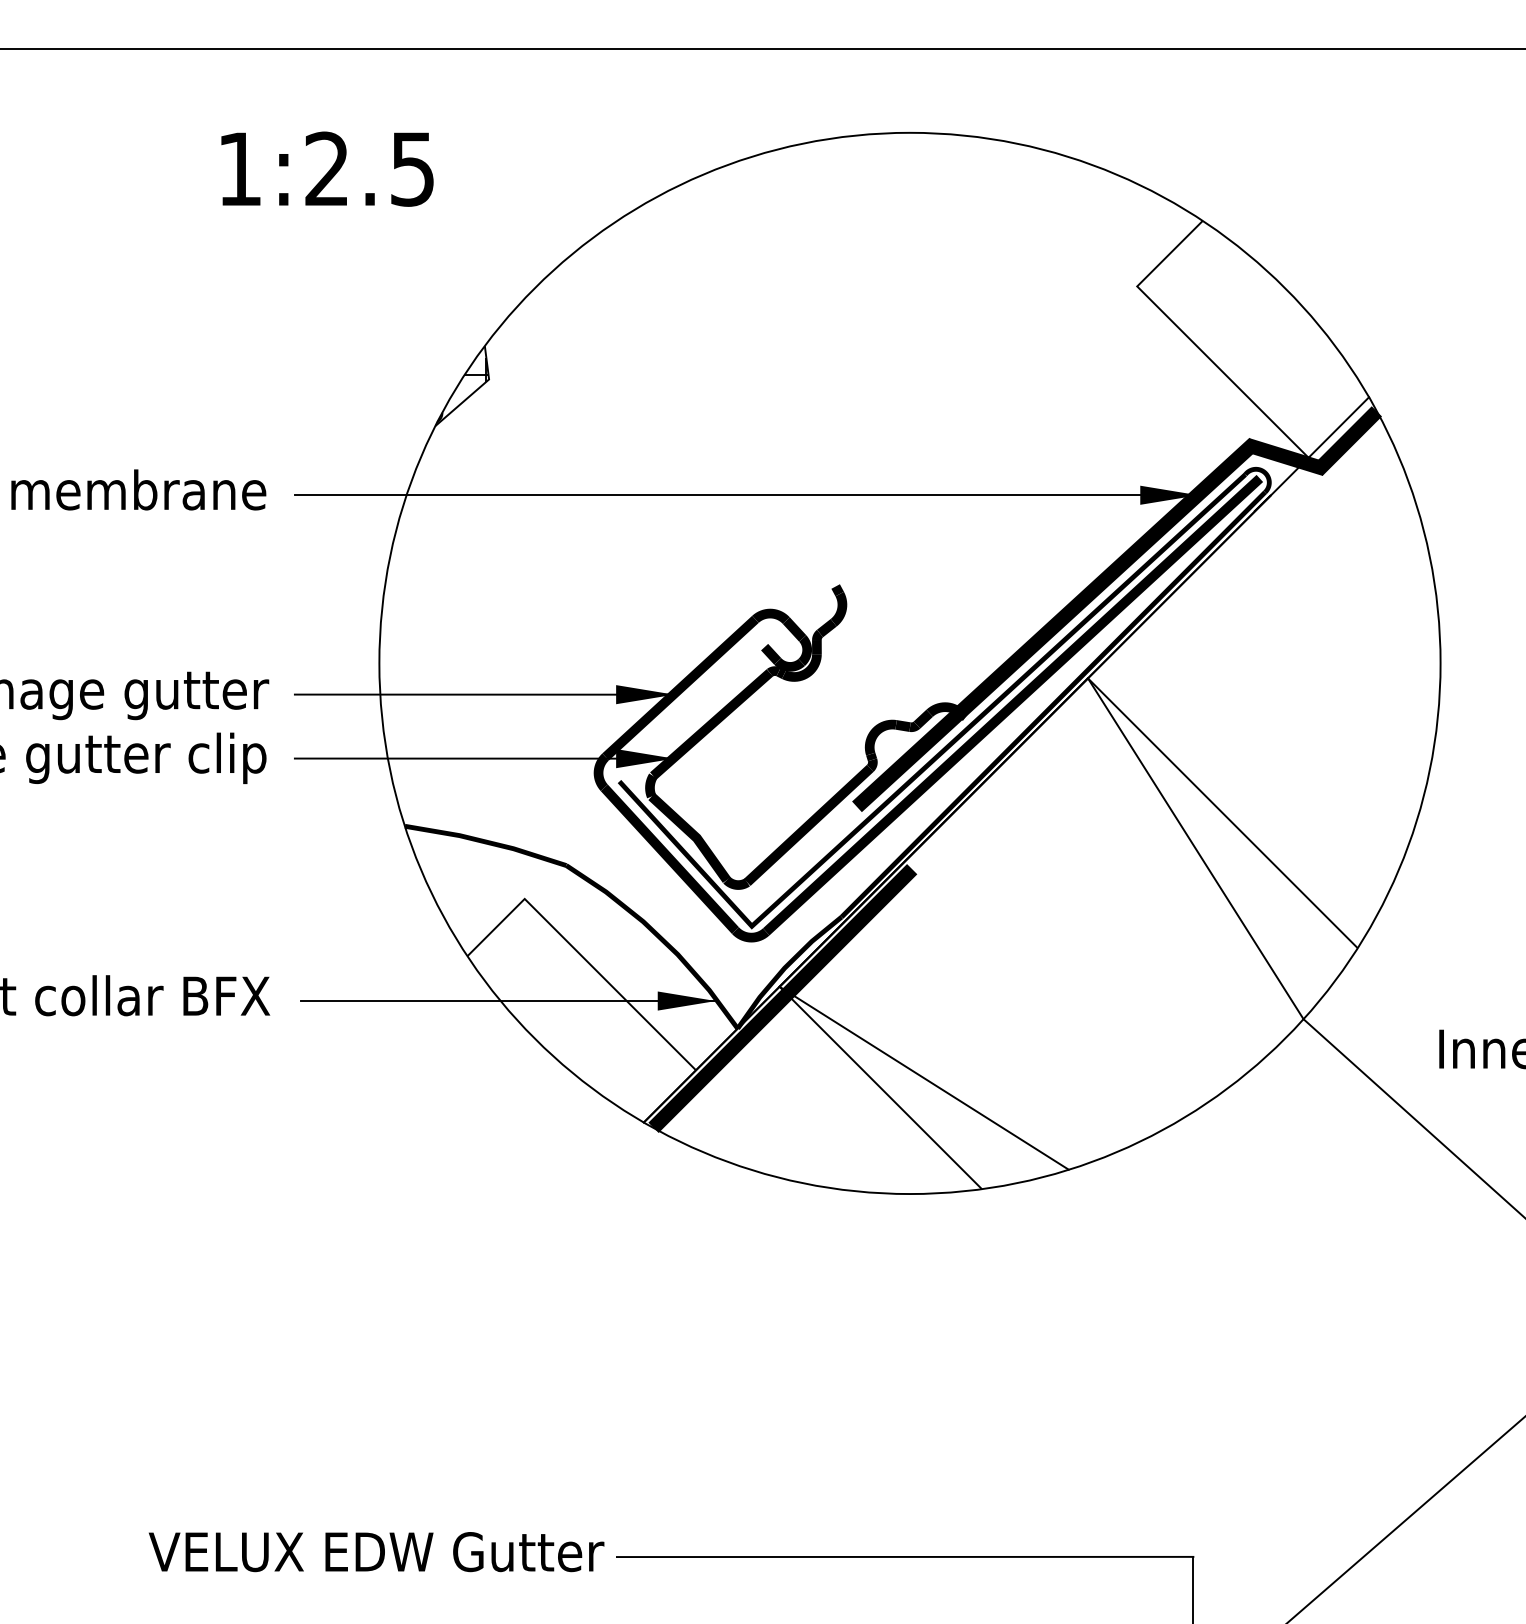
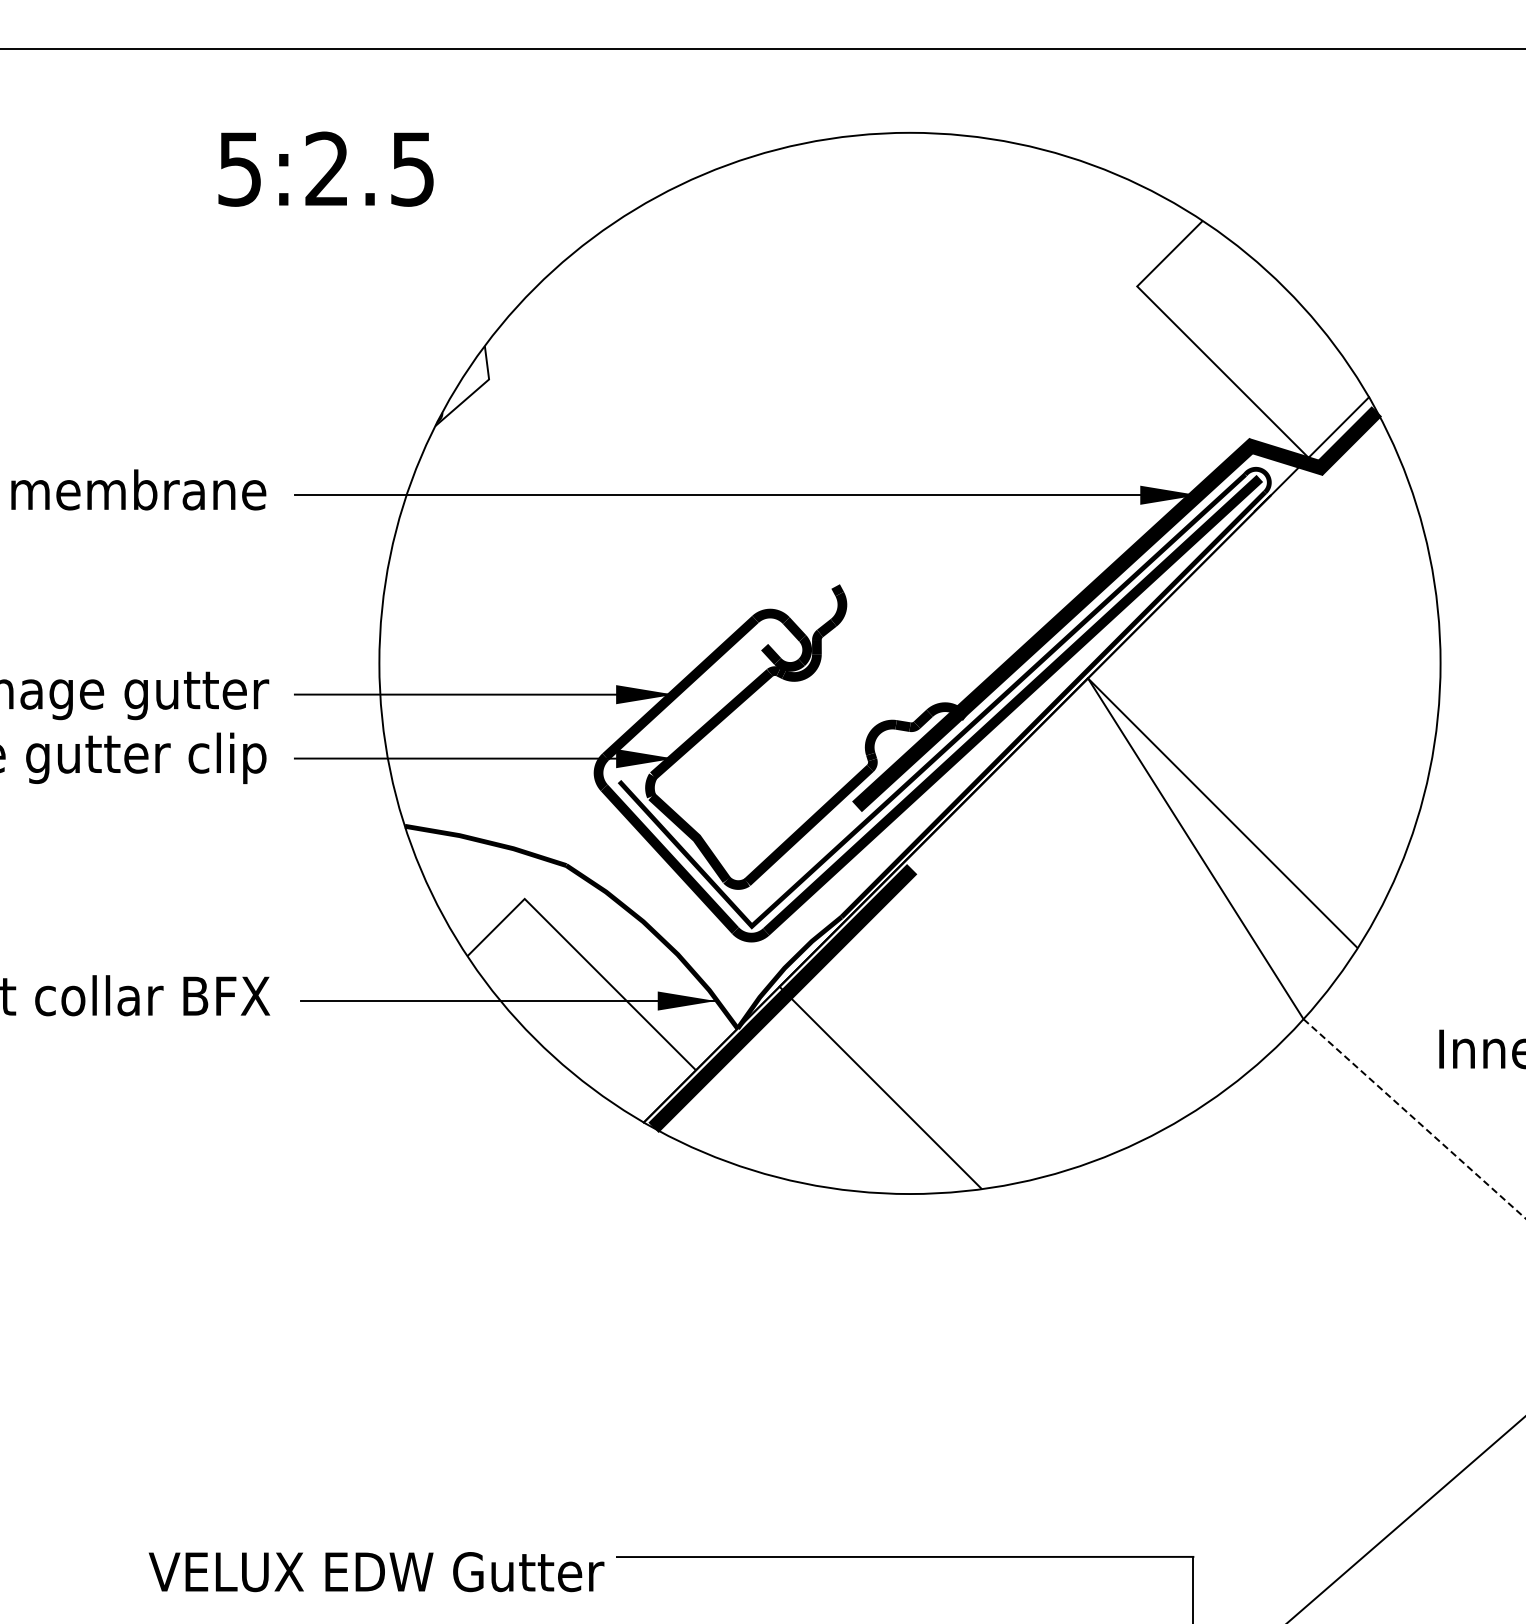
text at (239, 169): 1:2.5 -> 5:2.5
hatch at (476, 369): present -> none
line at (923, 1077): present -> none
line at (1415, 1119): solid -> dashed
text at (376, 1552) position: (376, 1552) -> (376, 1572)
